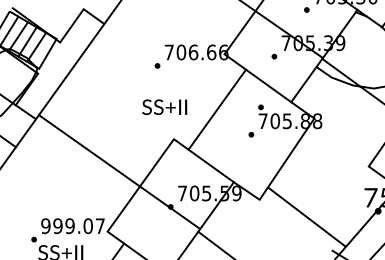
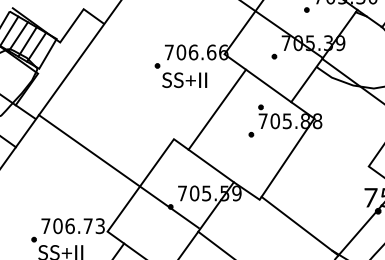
text at (164, 106) position: (164, 106) -> (184, 79)
line at (306, 216) position: (306, 216) -> (299, 225)
text at (72, 226): 999.07 -> 706.73
